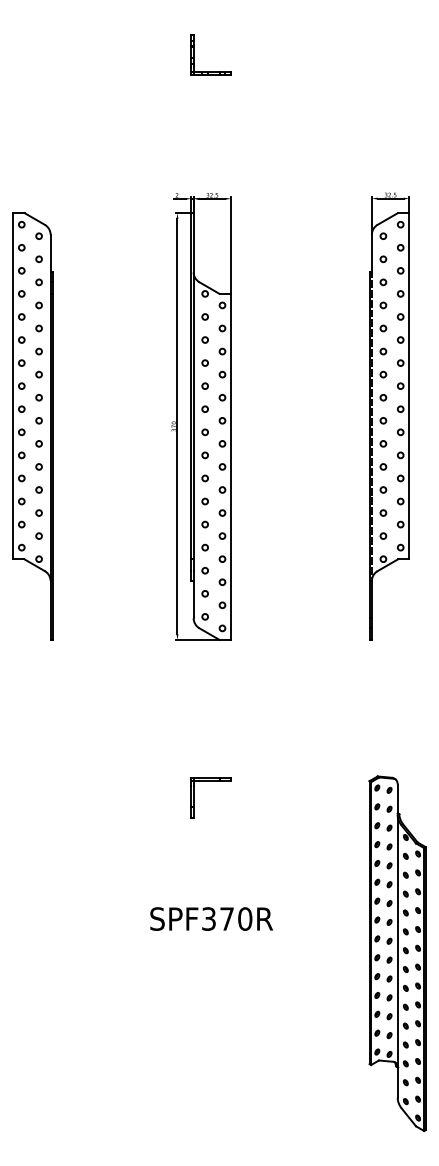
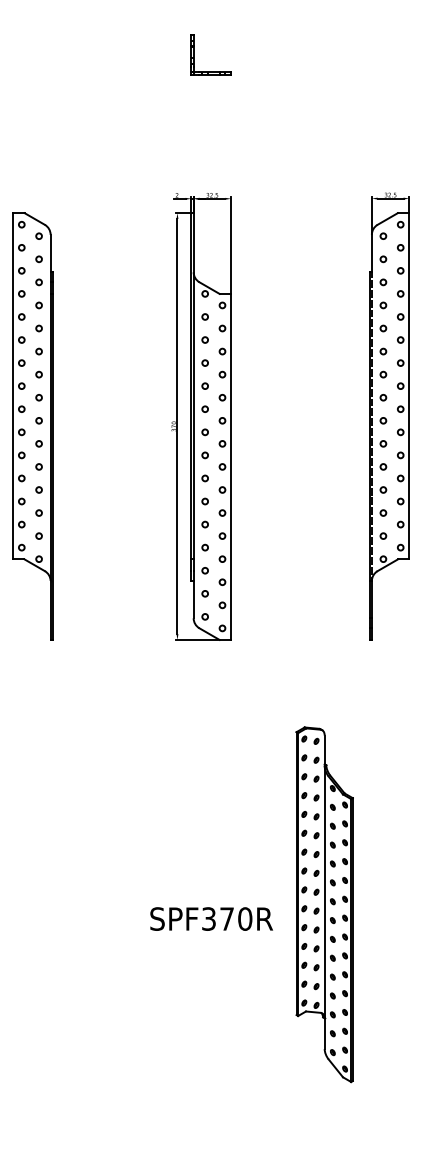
part at (210, 781): present -> none
part at (397, 953) position: (397, 953) -> (324, 904)
